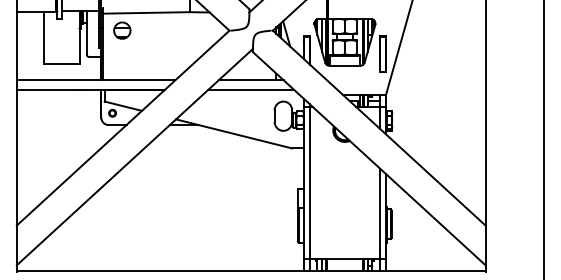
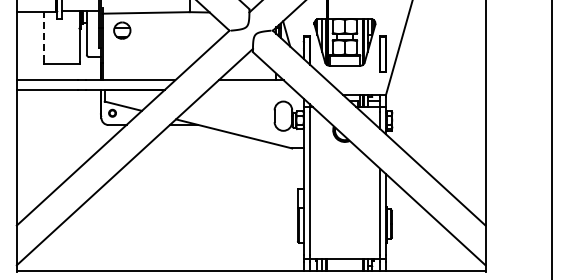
line at (44, 36): solid -> dashed
line at (251, 89): present -> none
line at (544, 139) position: (544, 139) -> (552, 139)
